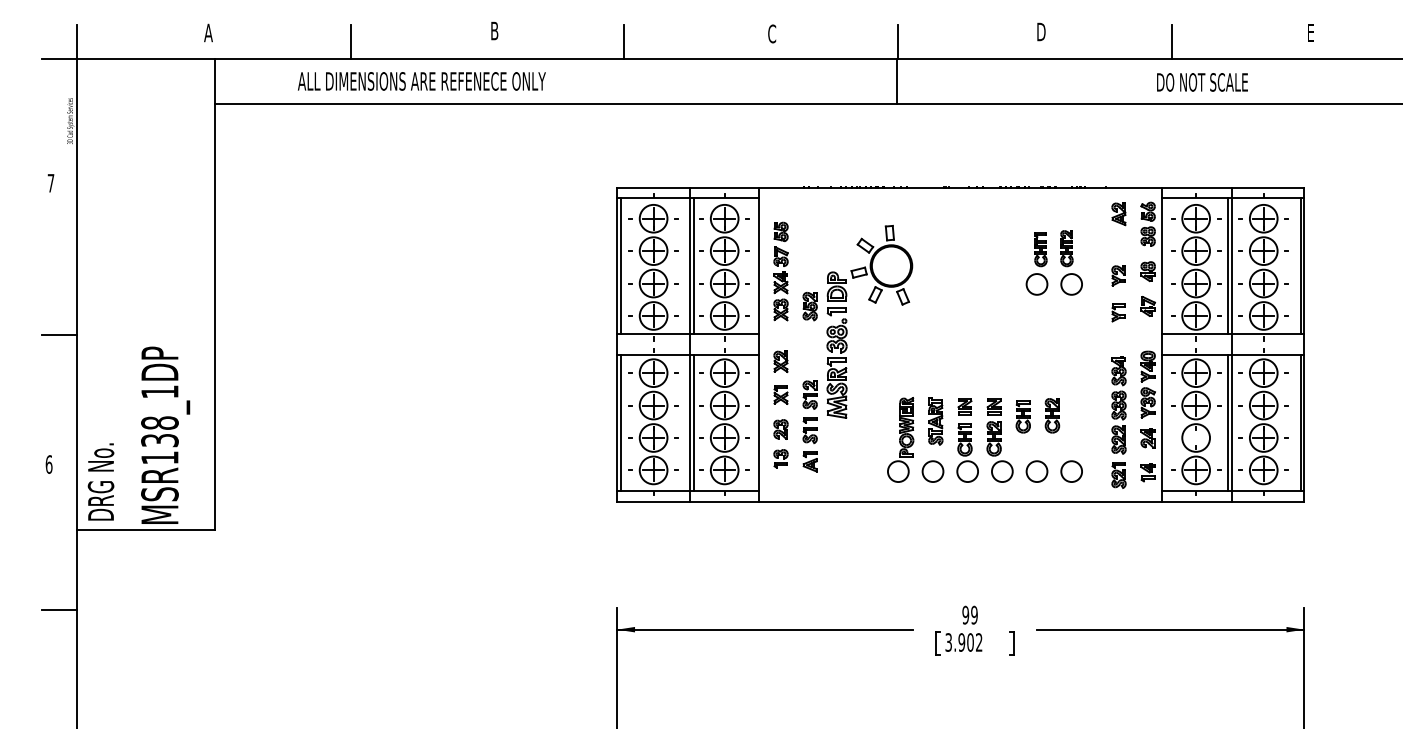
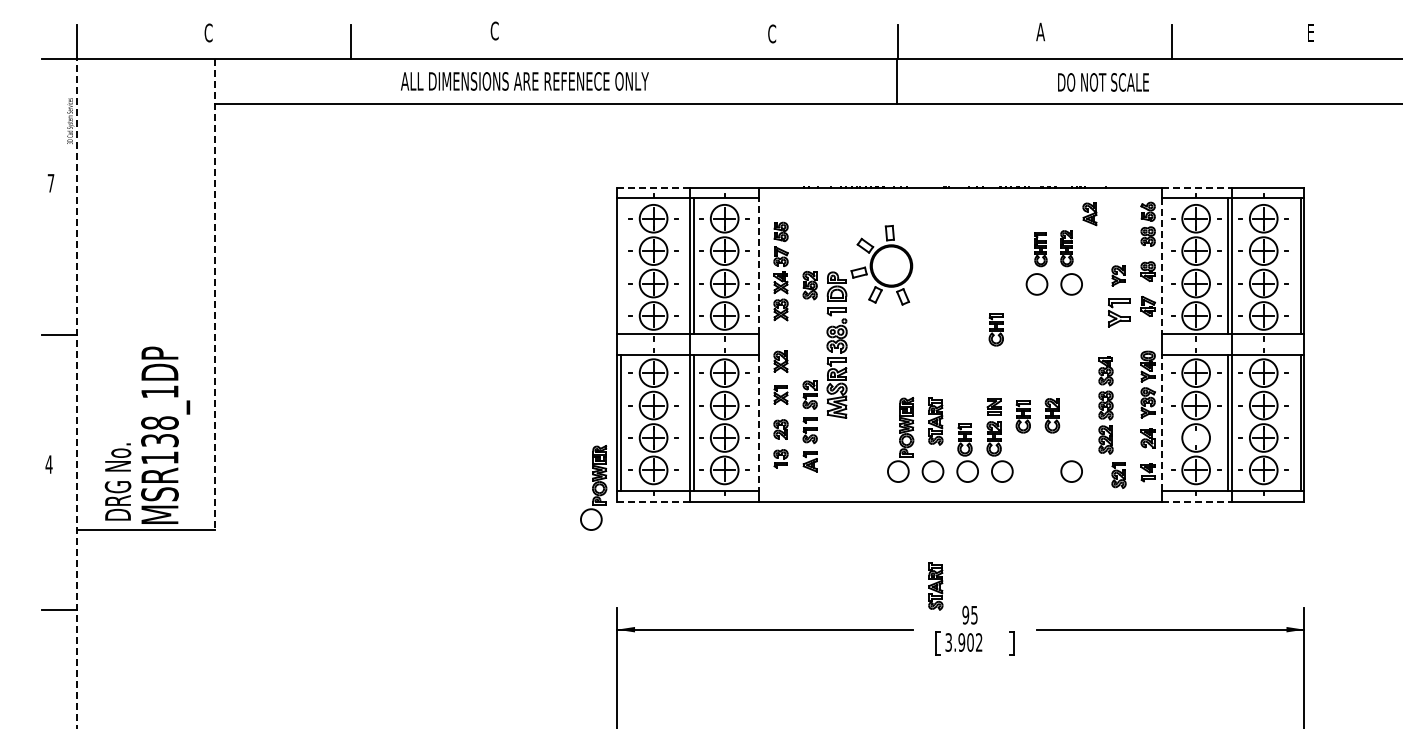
text at (494, 30): B -> C
text at (1040, 31): D -> A
text at (208, 32): A -> C
line at (624, 41): present -> none
text at (421, 81) position: (421, 81) -> (524, 81)
text at (1202, 82) position: (1202, 82) -> (1103, 82)
line at (654, 187): solid -> dashed
line at (1196, 187): solid -> dashed
part at (1118, 214) position: (1118, 214) -> (1089, 214)
line at (620, 265): present -> none
line at (759, 265): solid -> dashed
line at (1162, 266): solid -> dashed
line at (215, 294): solid -> dashed
part at (809, 306) position: (809, 306) -> (809, 285)
part at (1118, 312) size: 15x20 px -> 23x30 px
part at (995, 329): none -> present
line at (76, 394): solid -> dashed
part at (1118, 405) position: (1118, 405) -> (1105, 405)
part at (964, 406): present -> none
line at (1162, 422): solid -> dashed
line at (759, 423): solid -> dashed
text at (48, 464): 6 -> 4
circle at (1036, 471): present -> none
text at (100, 481) position: (100, 481) -> (117, 481)
part at (593, 487): none -> present
line at (654, 501): solid -> dashed
line at (1196, 501): solid -> dashed
part at (935, 586): none -> present
text at (974, 614): 99 -> 95
